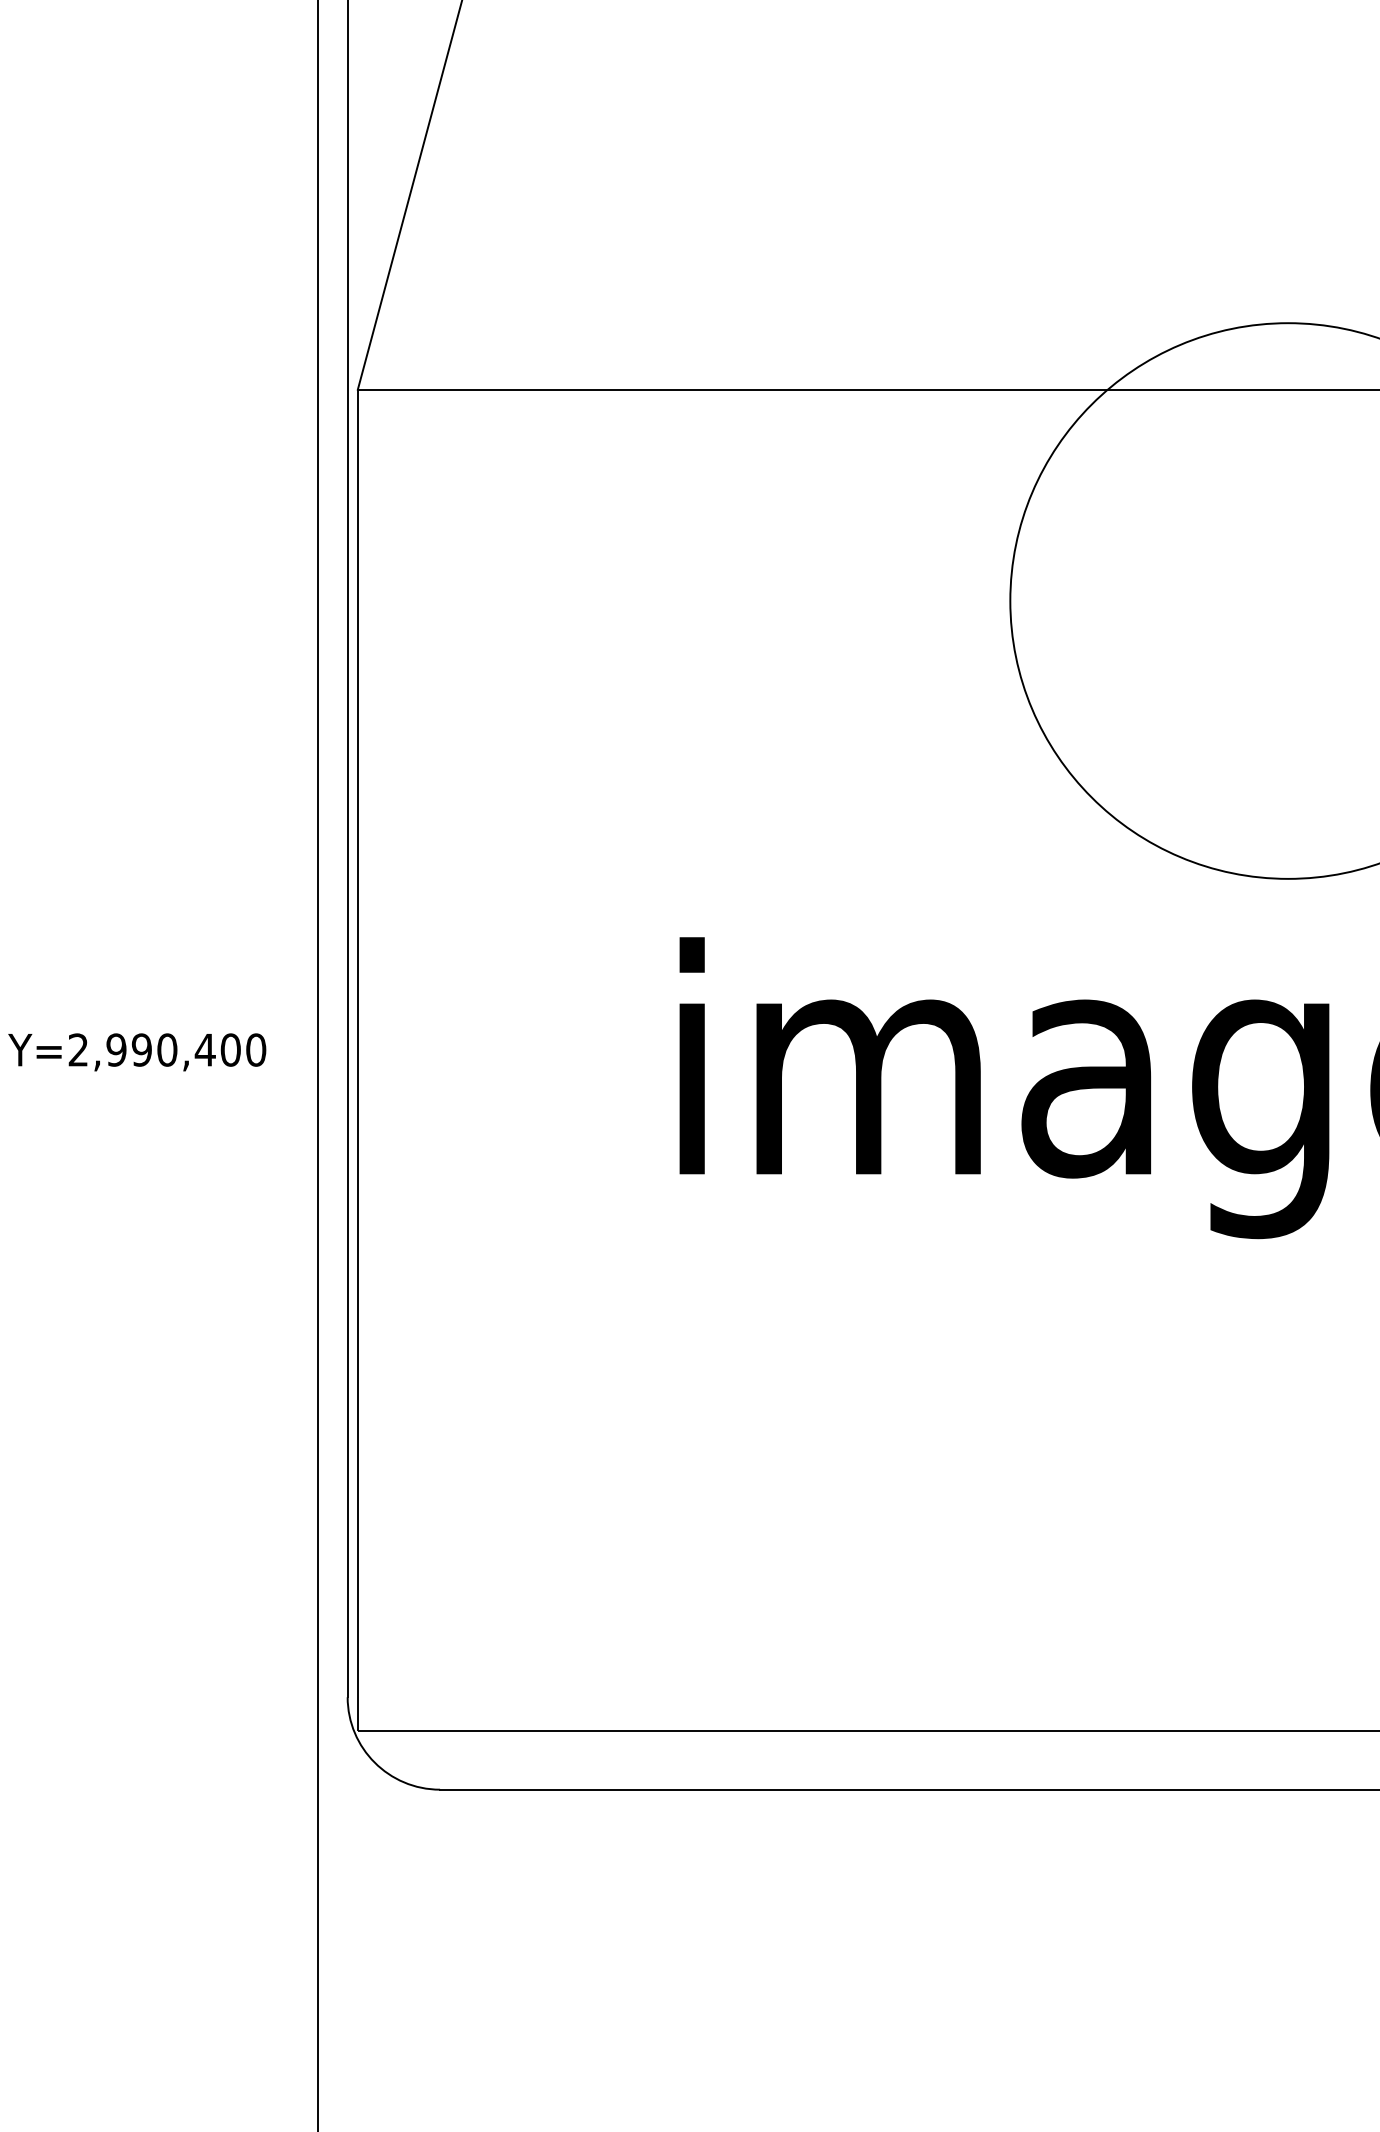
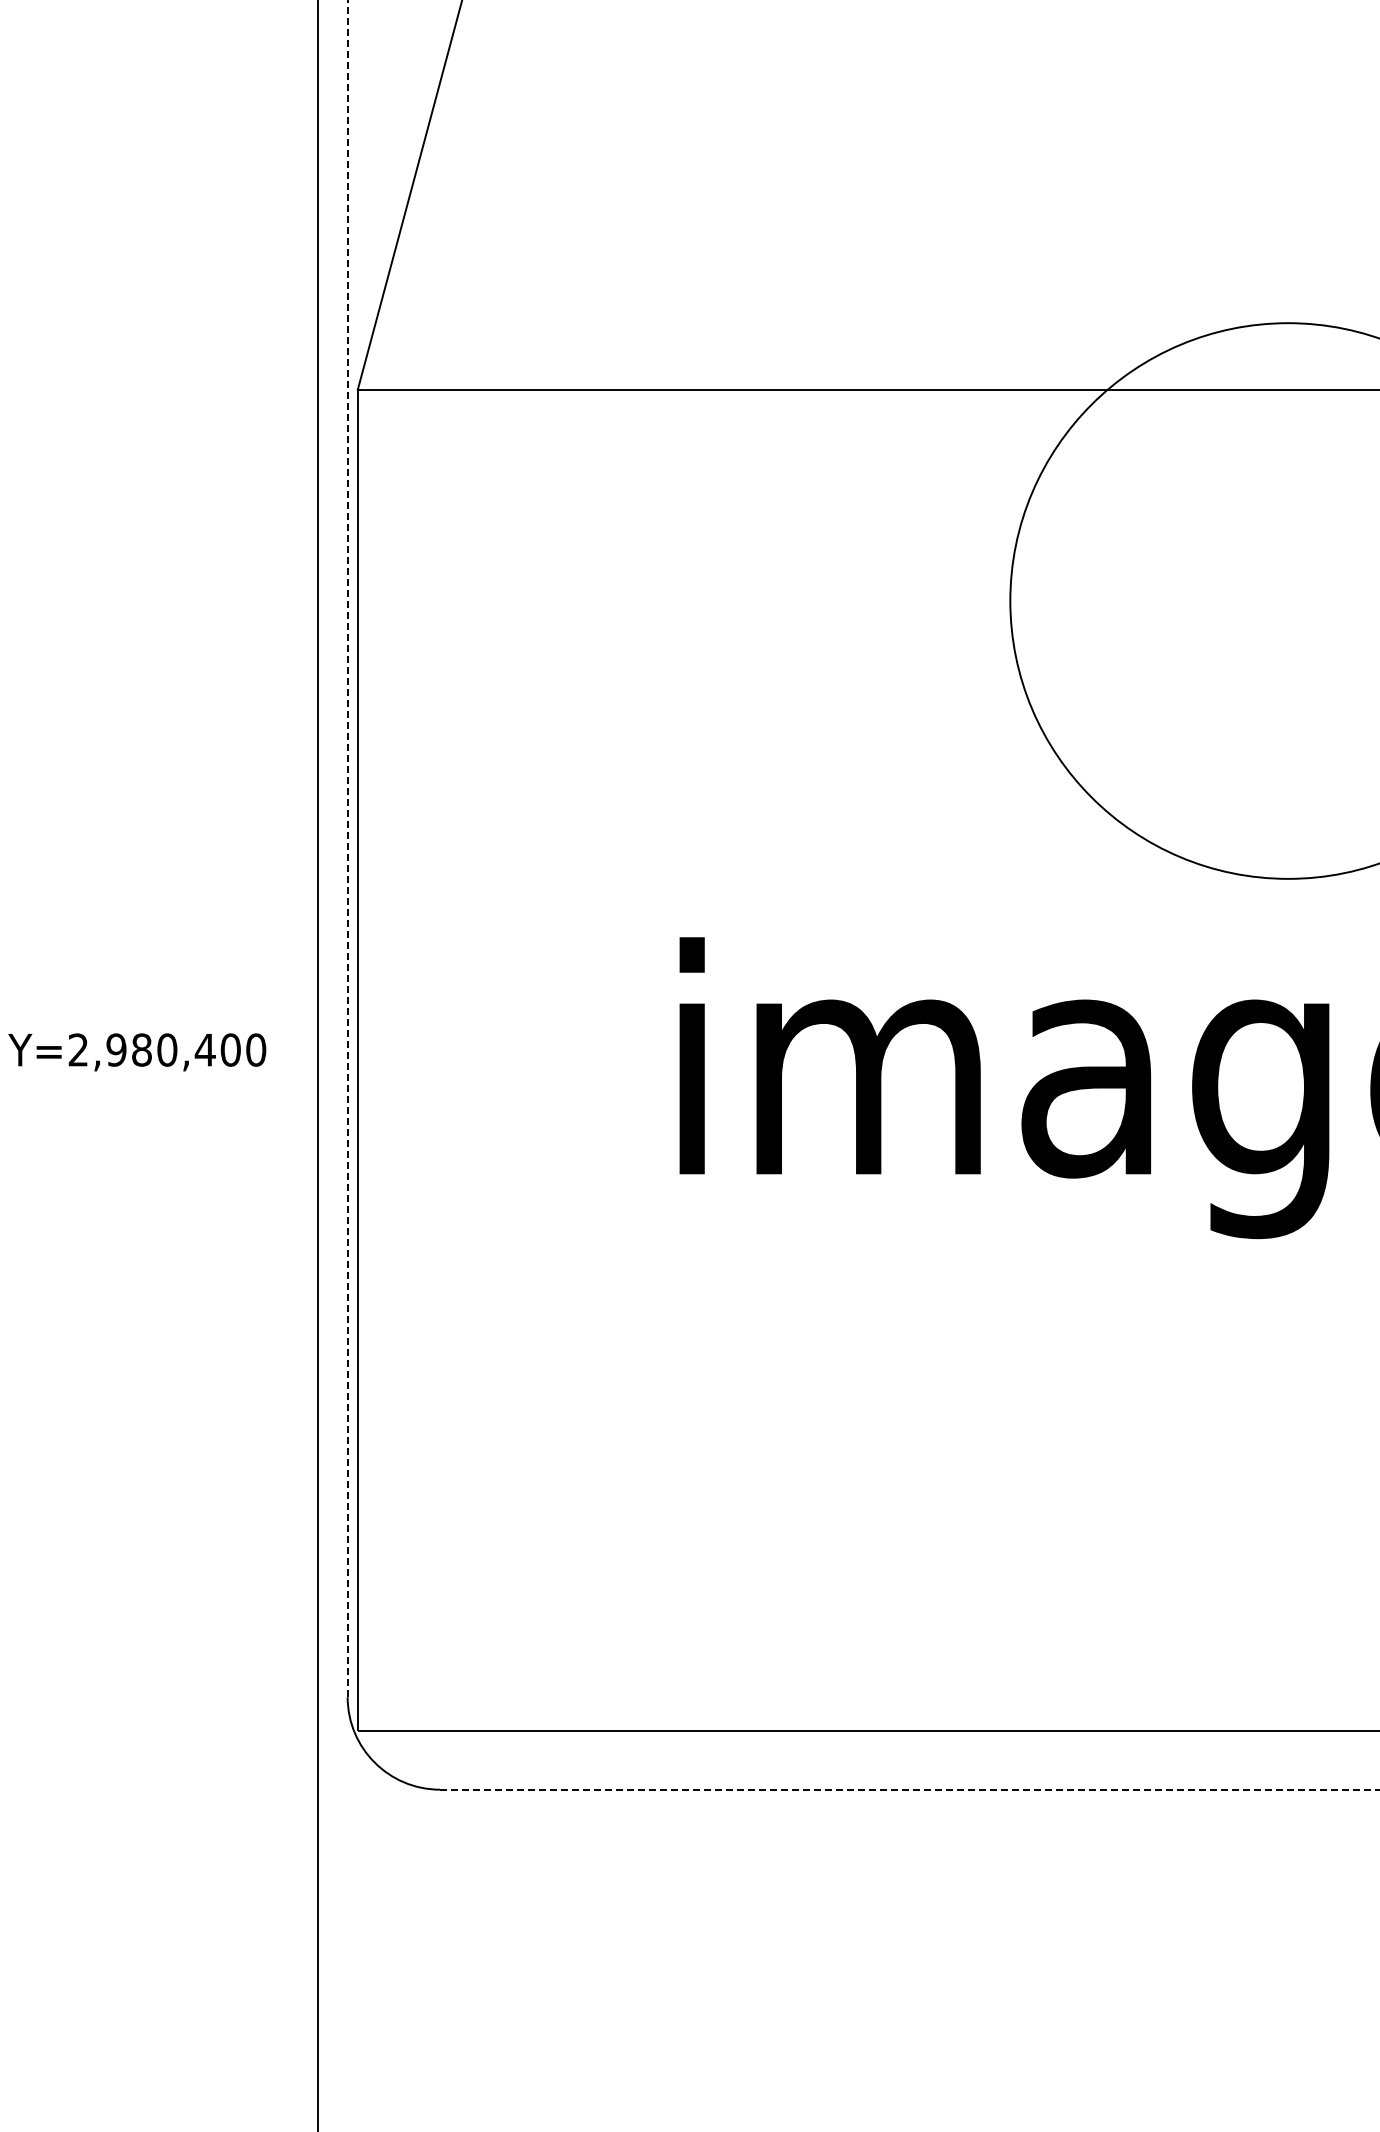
line at (347, 848): solid -> dashed
text at (141, 1049): Y=2,990,400 -> Y=2,980,400
line at (909, 1789): solid -> dashed
